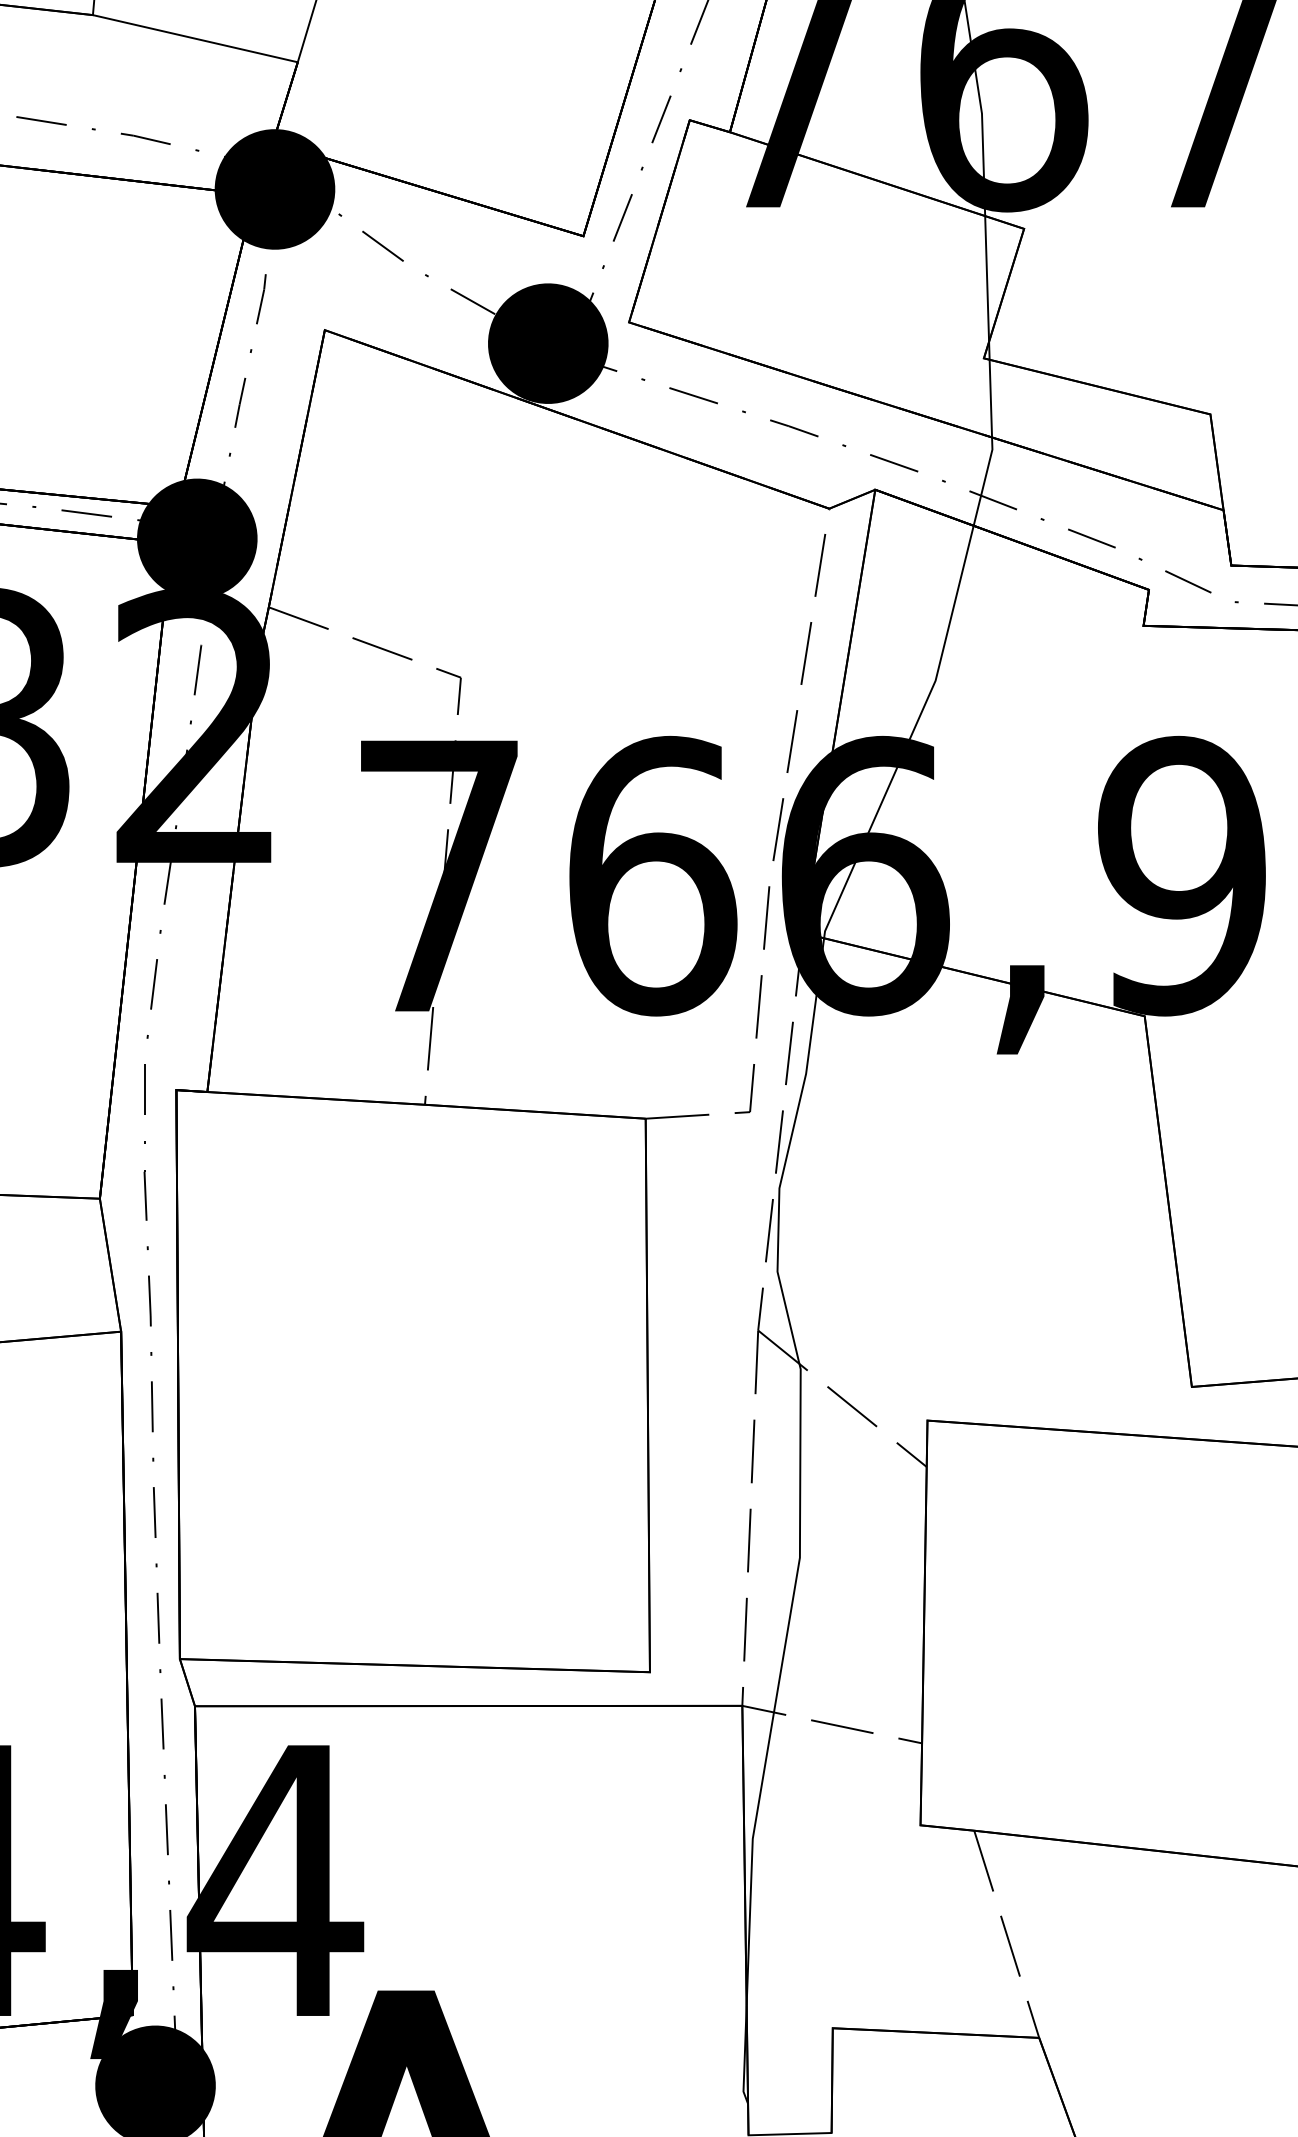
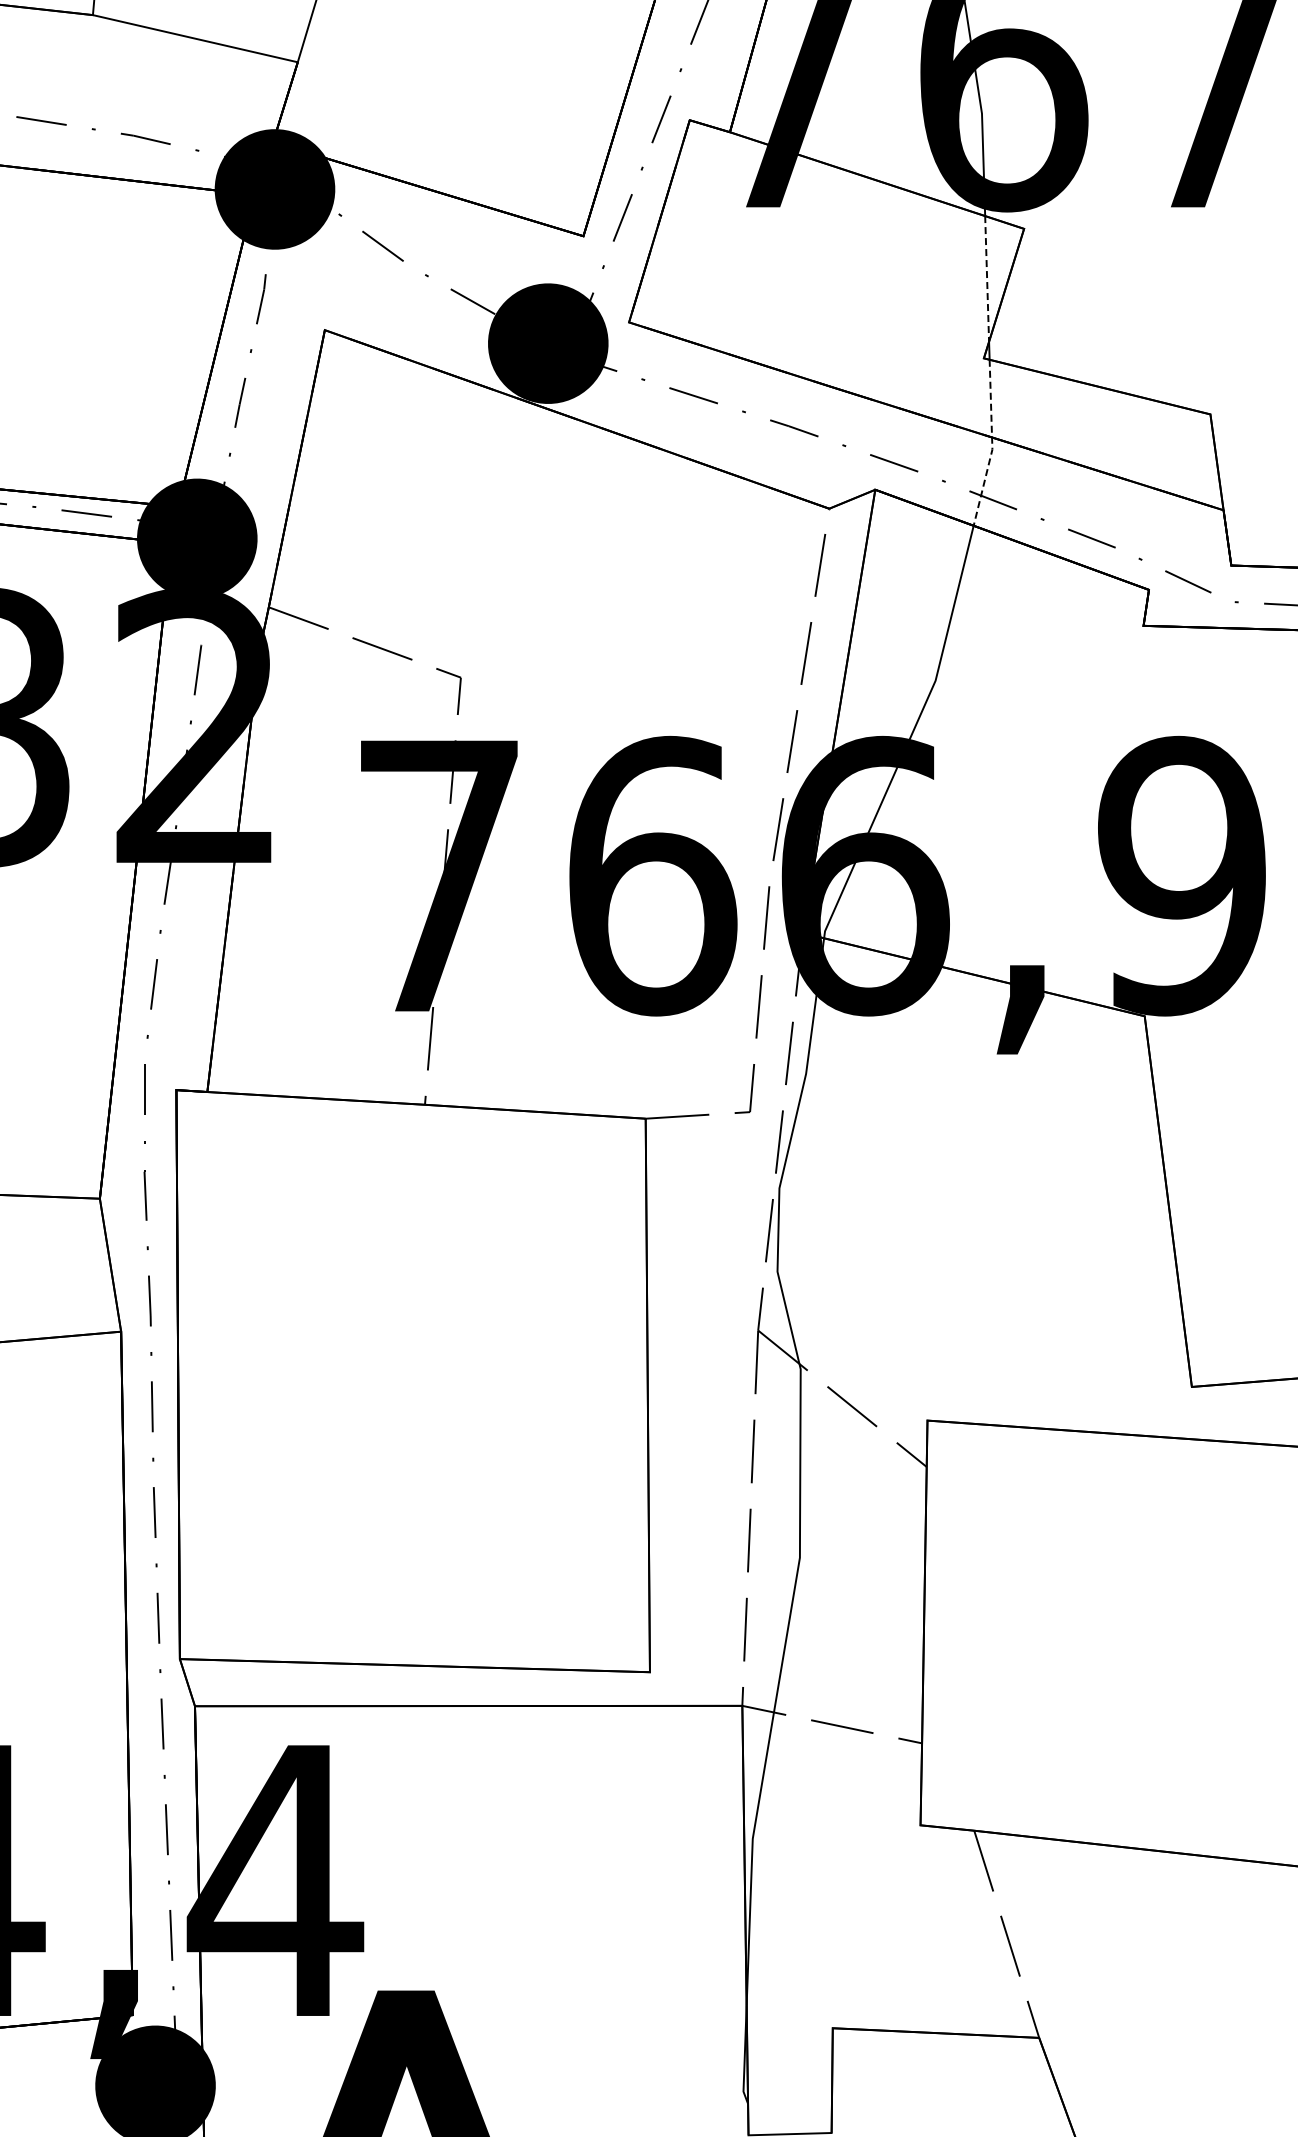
line at (987, 278): solid -> dashed
line at (992, 444): solid -> dashed
